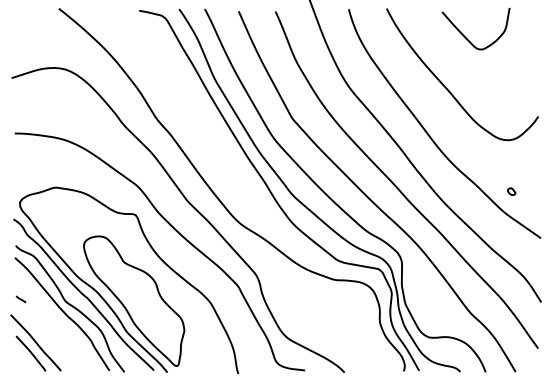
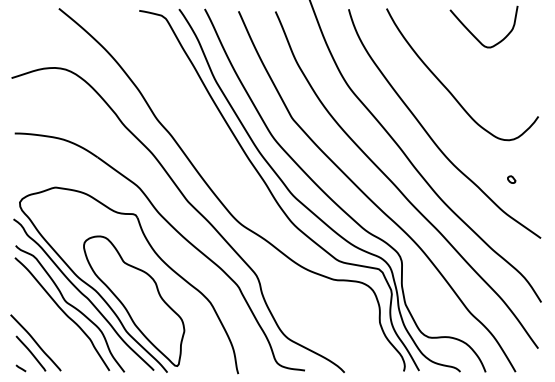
curve at (466, 37) position: (466, 37) -> (474, 35)
part at (511, 191) position: (511, 191) -> (511, 179)
line at (20, 299) position: (20, 299) -> (20, 368)
